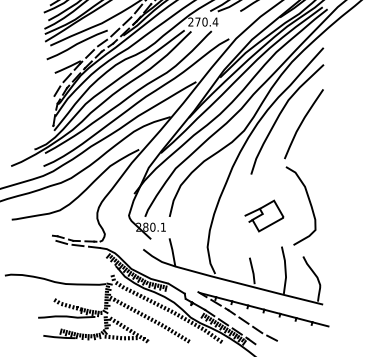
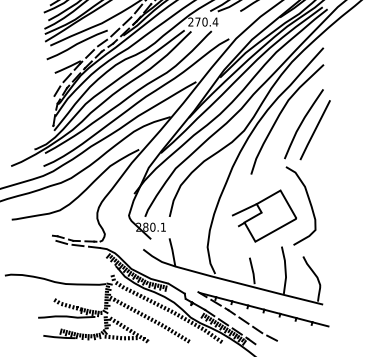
line at (314, 130): none -> present
part at (264, 215) size: 41x34 px -> 65x54 px
